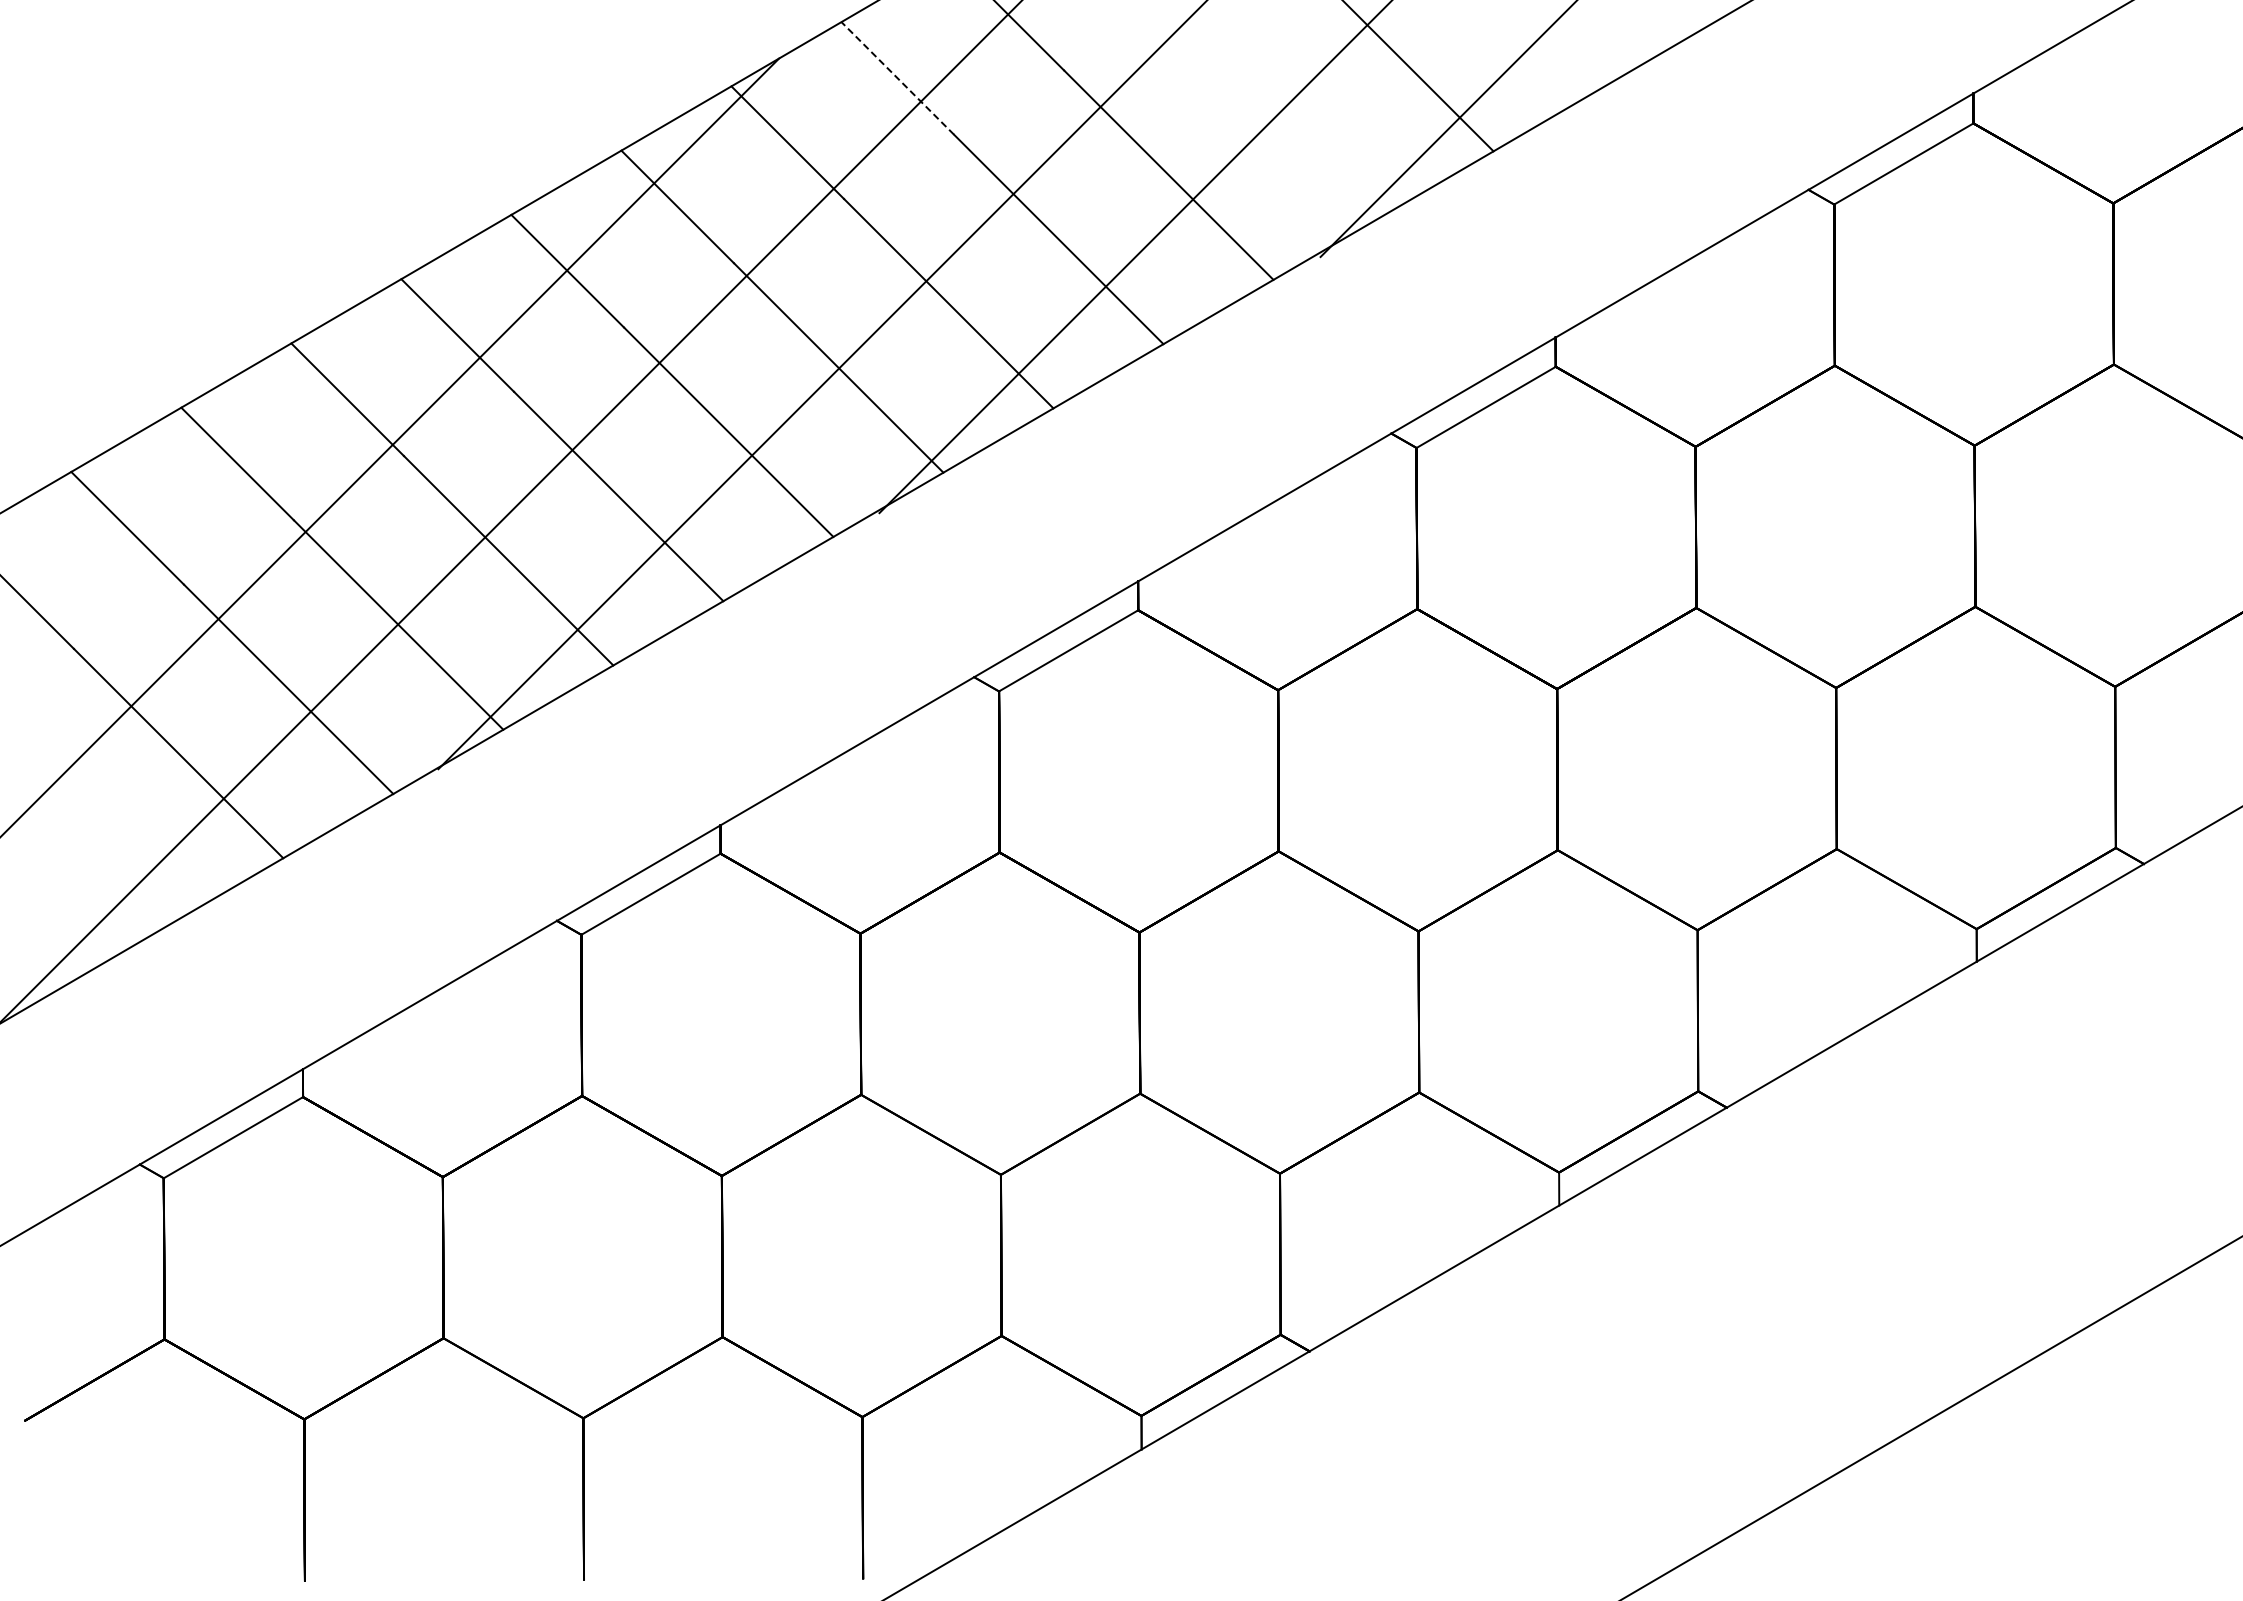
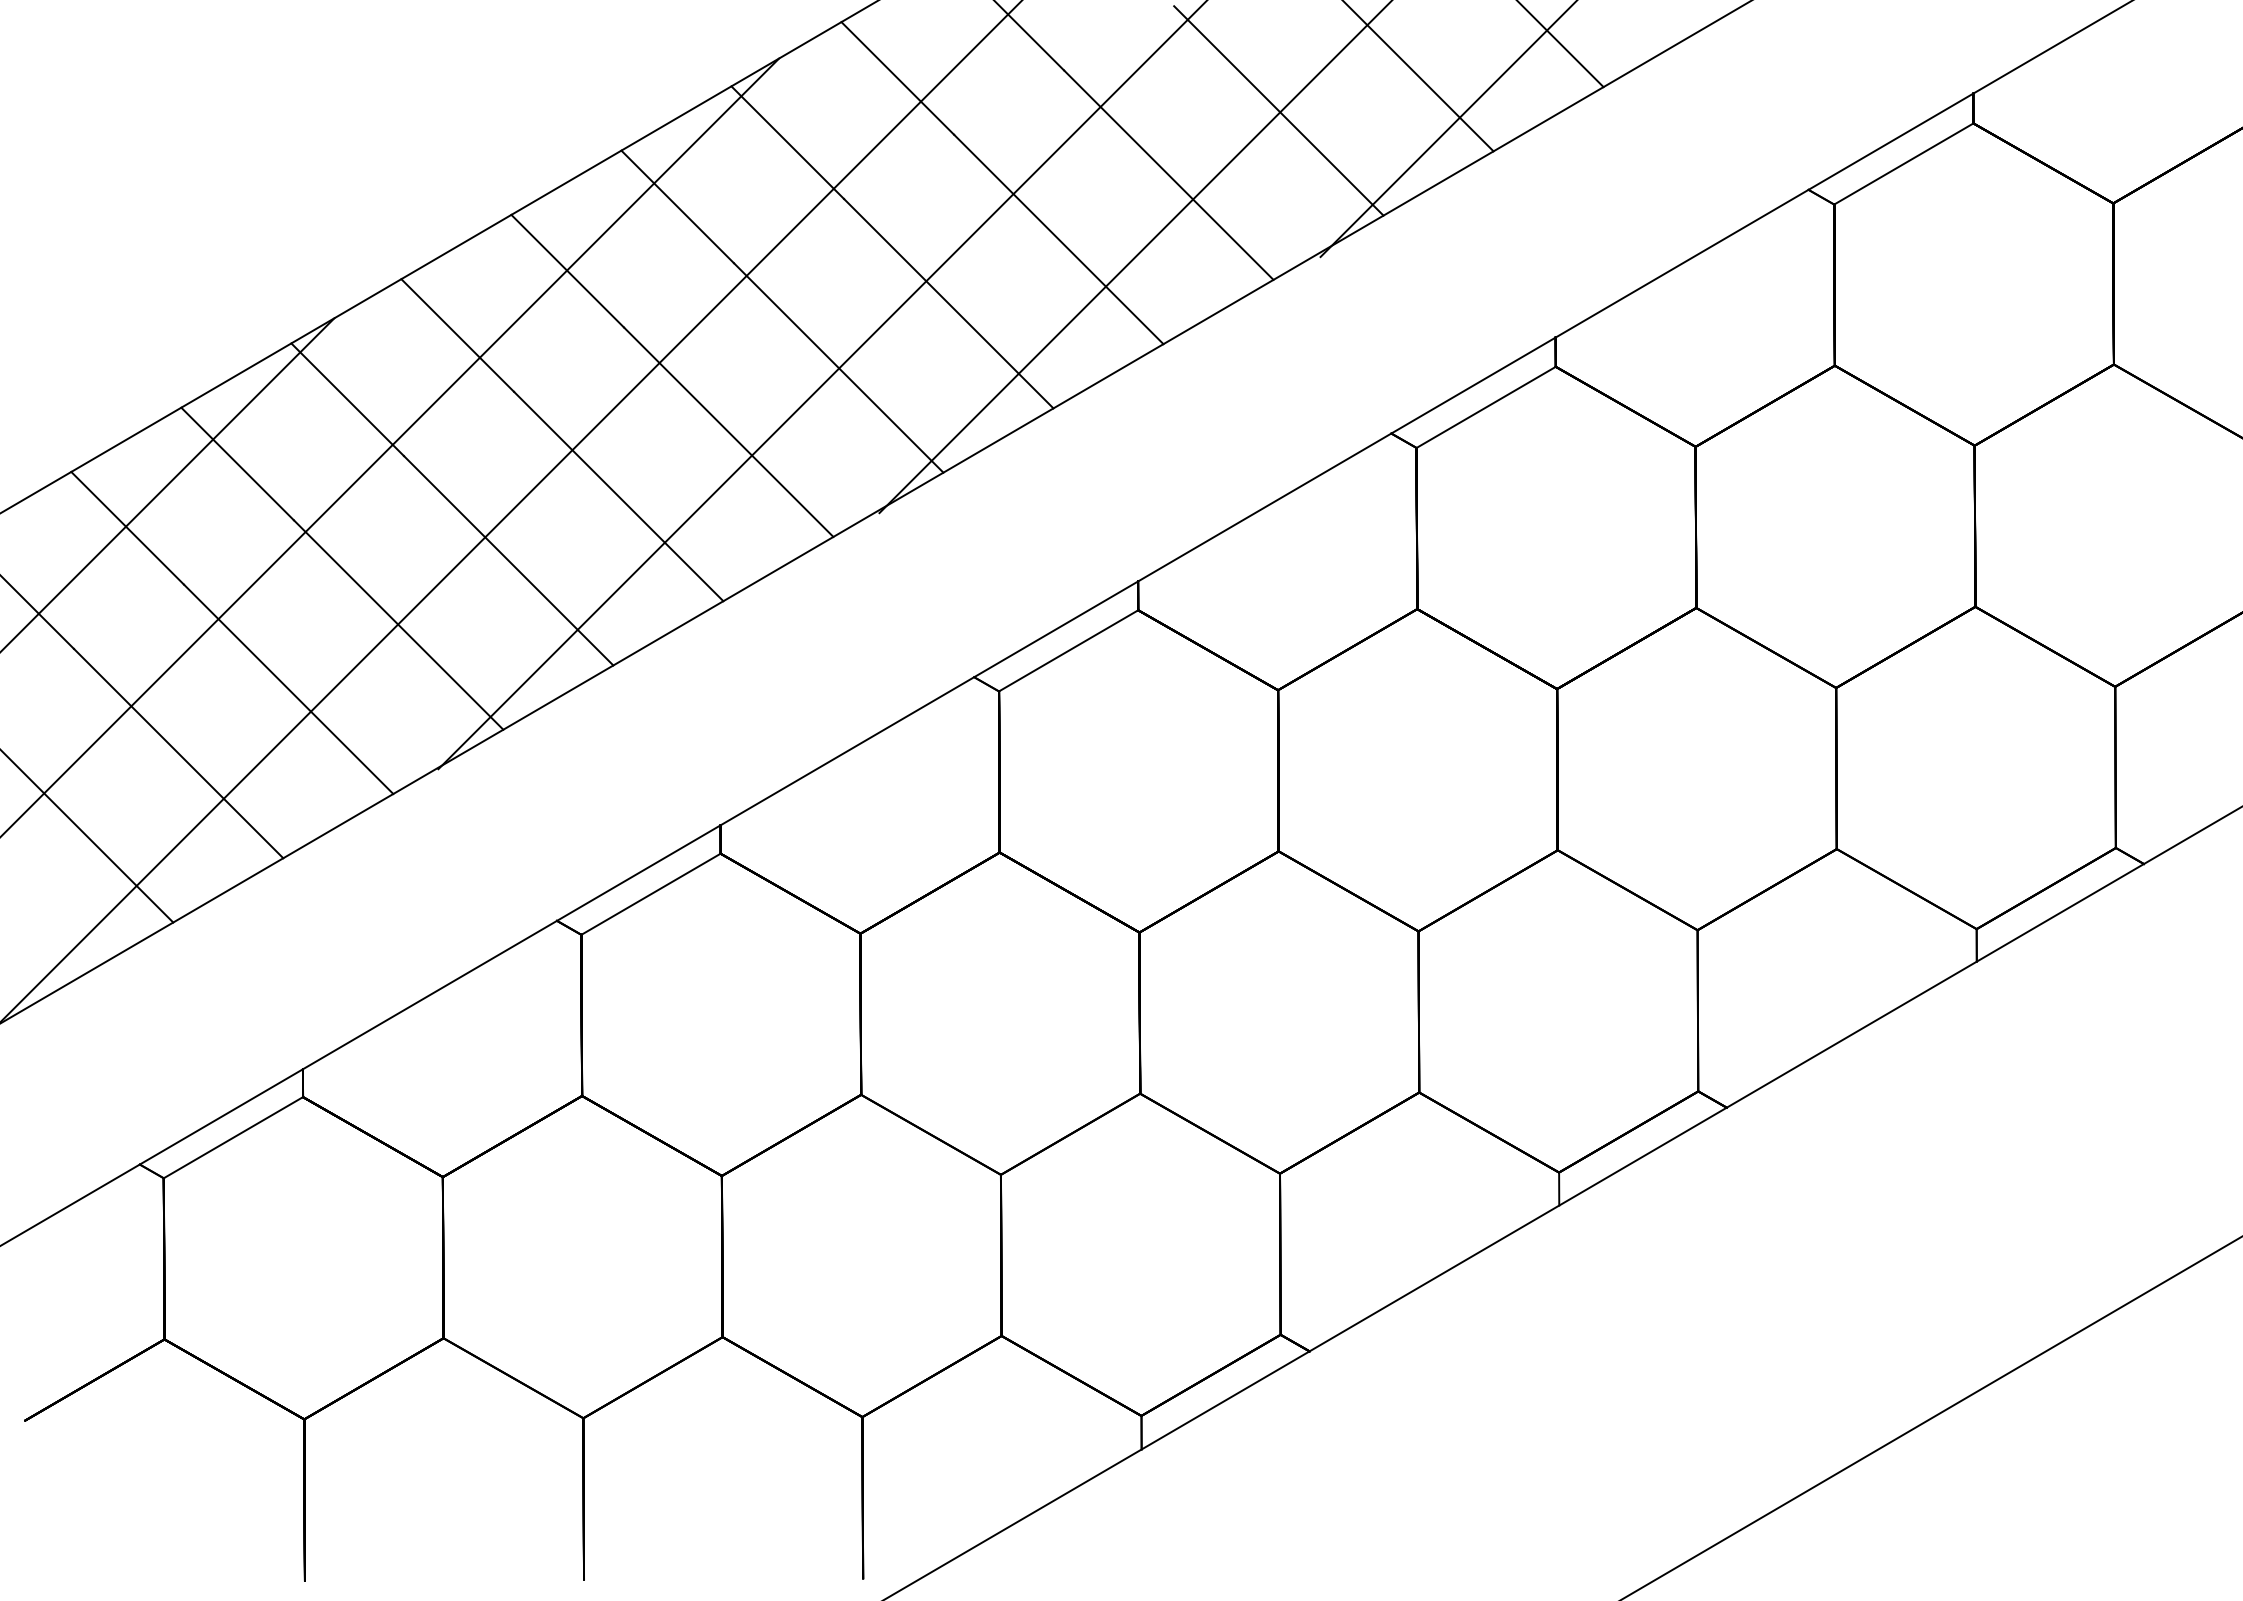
line at (1560, 44): none -> present
line at (897, 78): dashed -> solid
line at (1278, 110): none -> present
line at (168, 484): none -> present
line at (87, 836): none -> present
